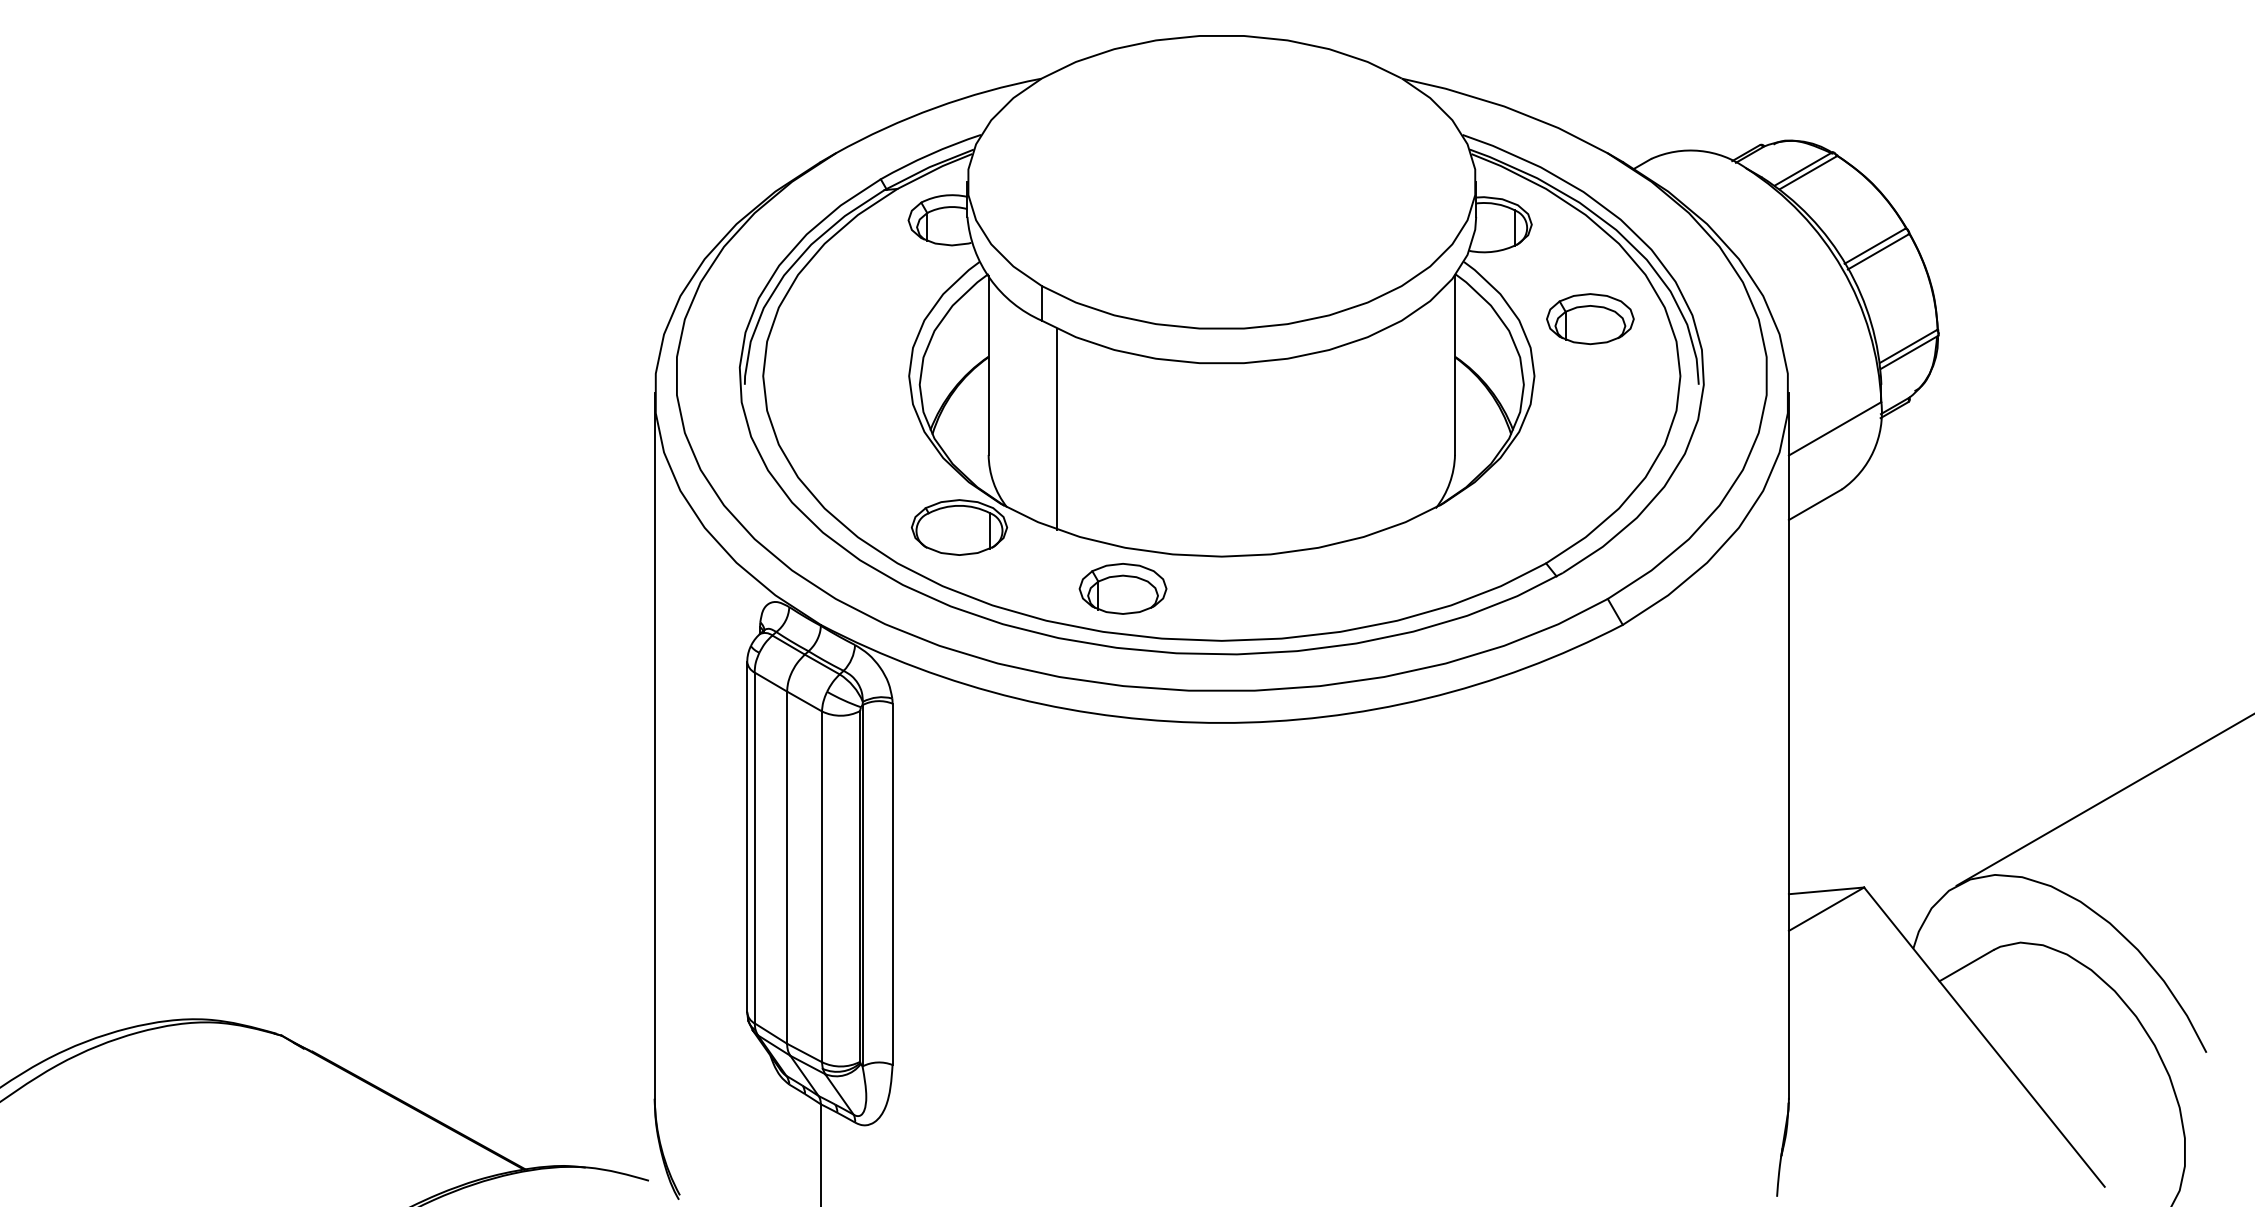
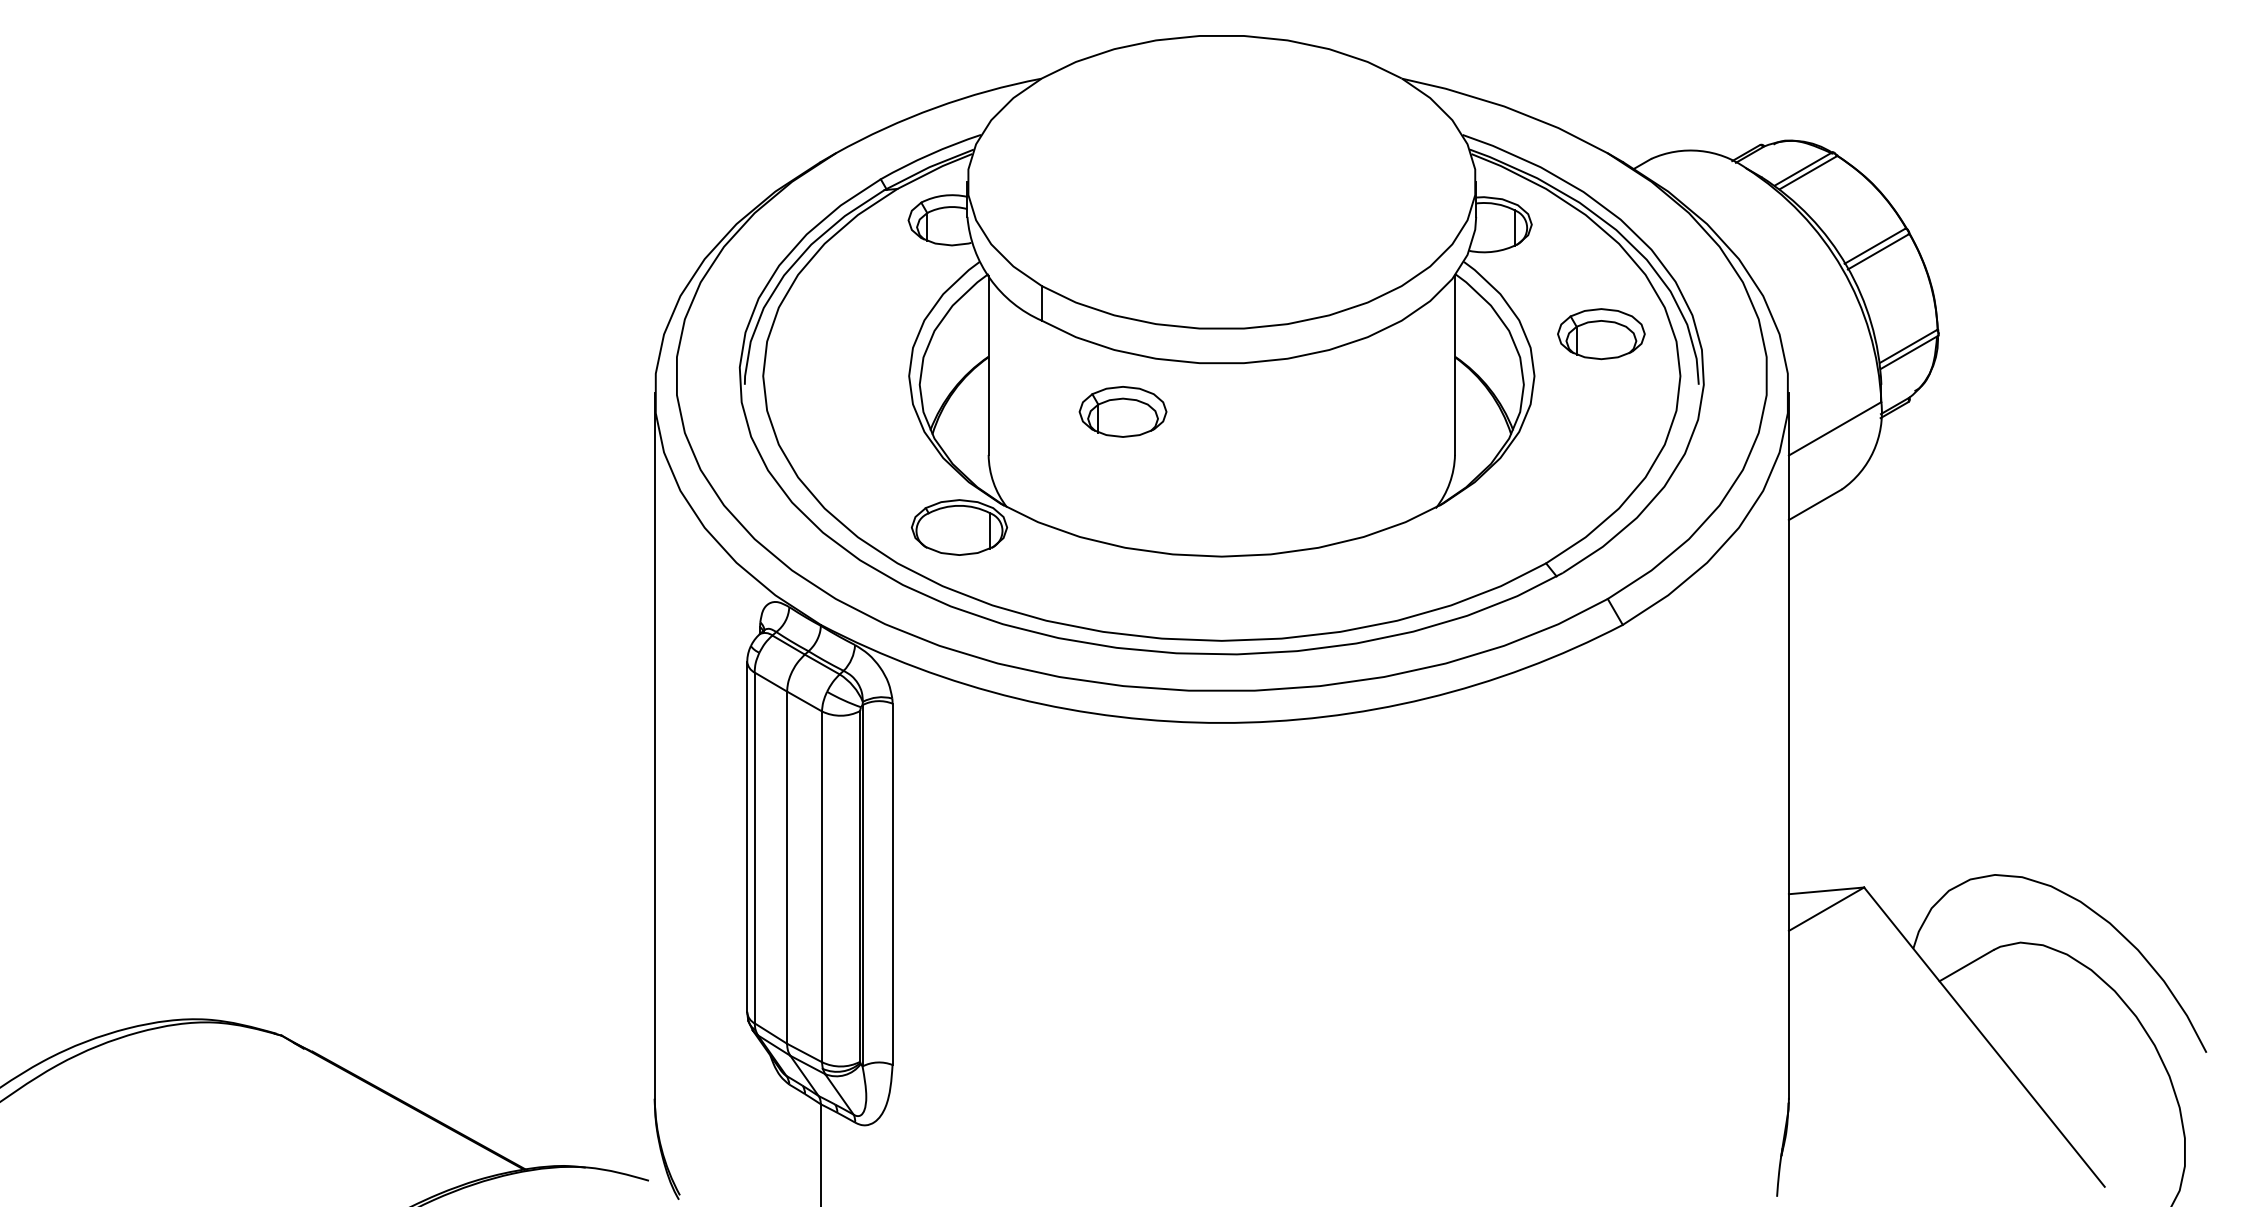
part at (1590, 319) position: (1590, 319) -> (1601, 334)
line at (1056, 428): present -> none
part at (1122, 588) position: (1122, 588) -> (1122, 411)
line at (2103, 800): present -> none
